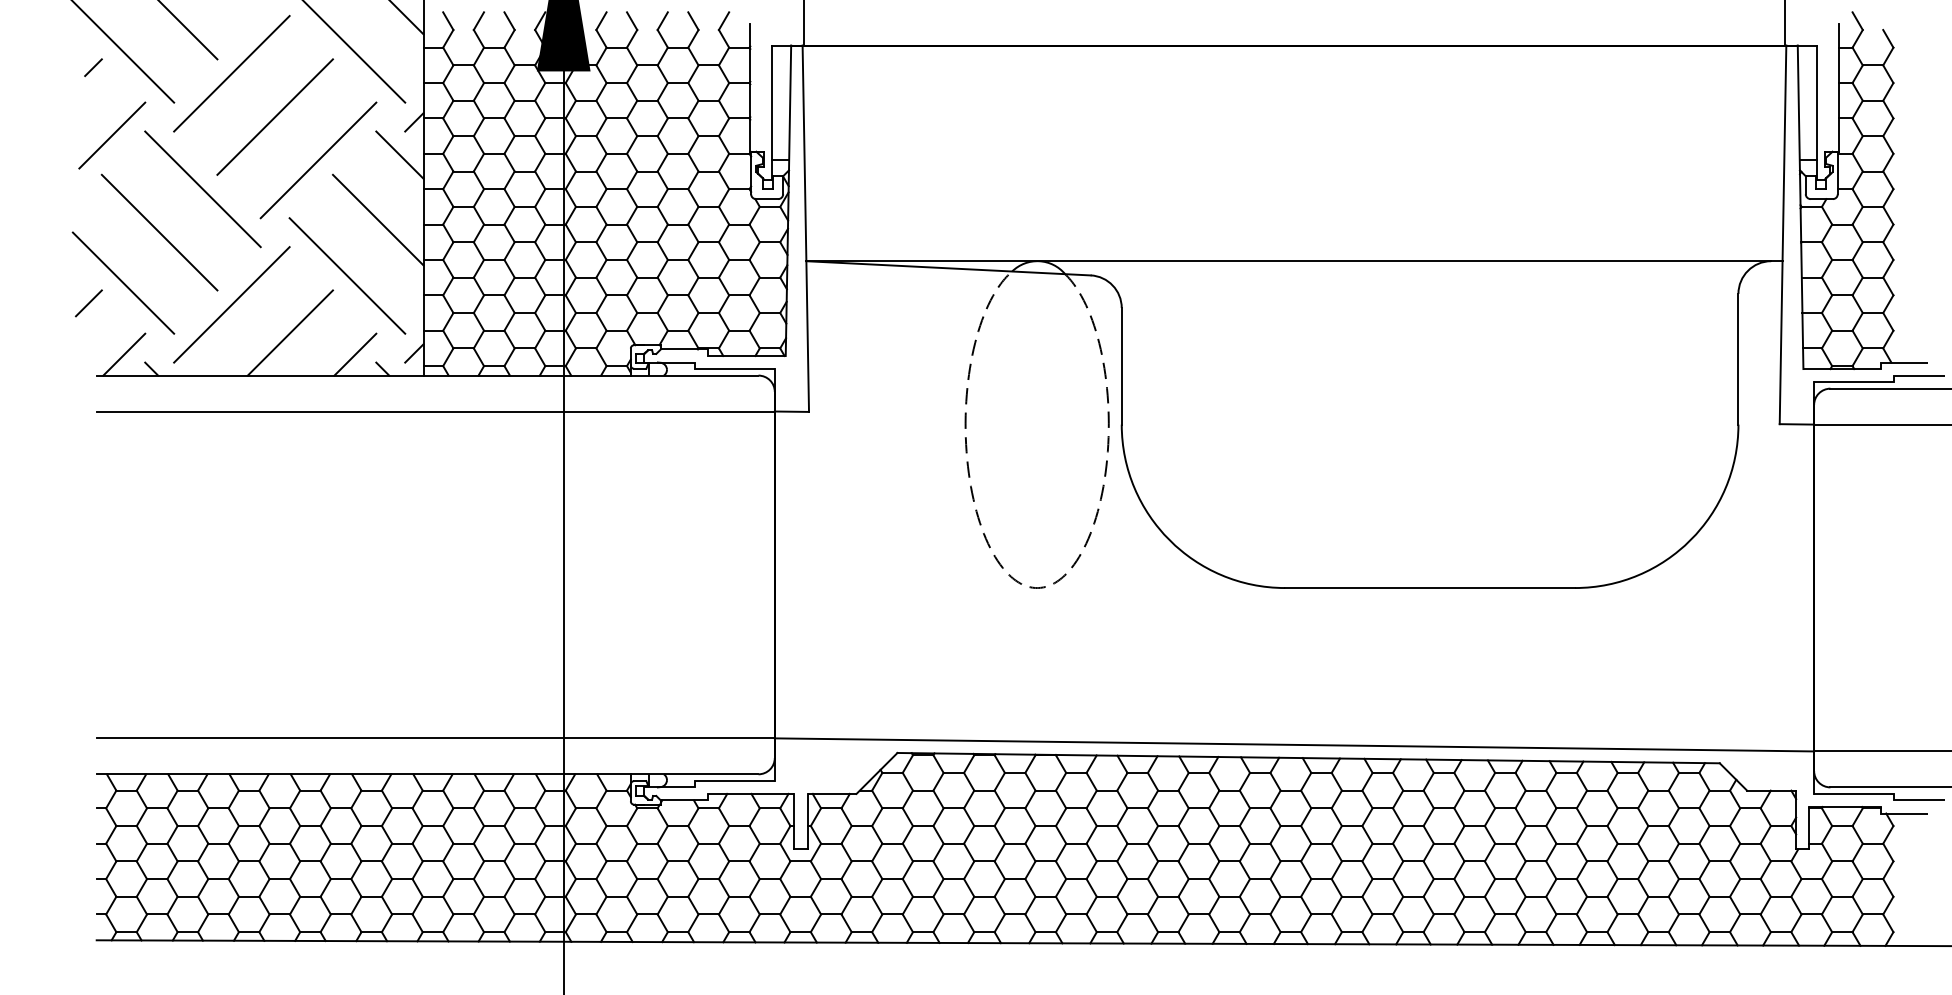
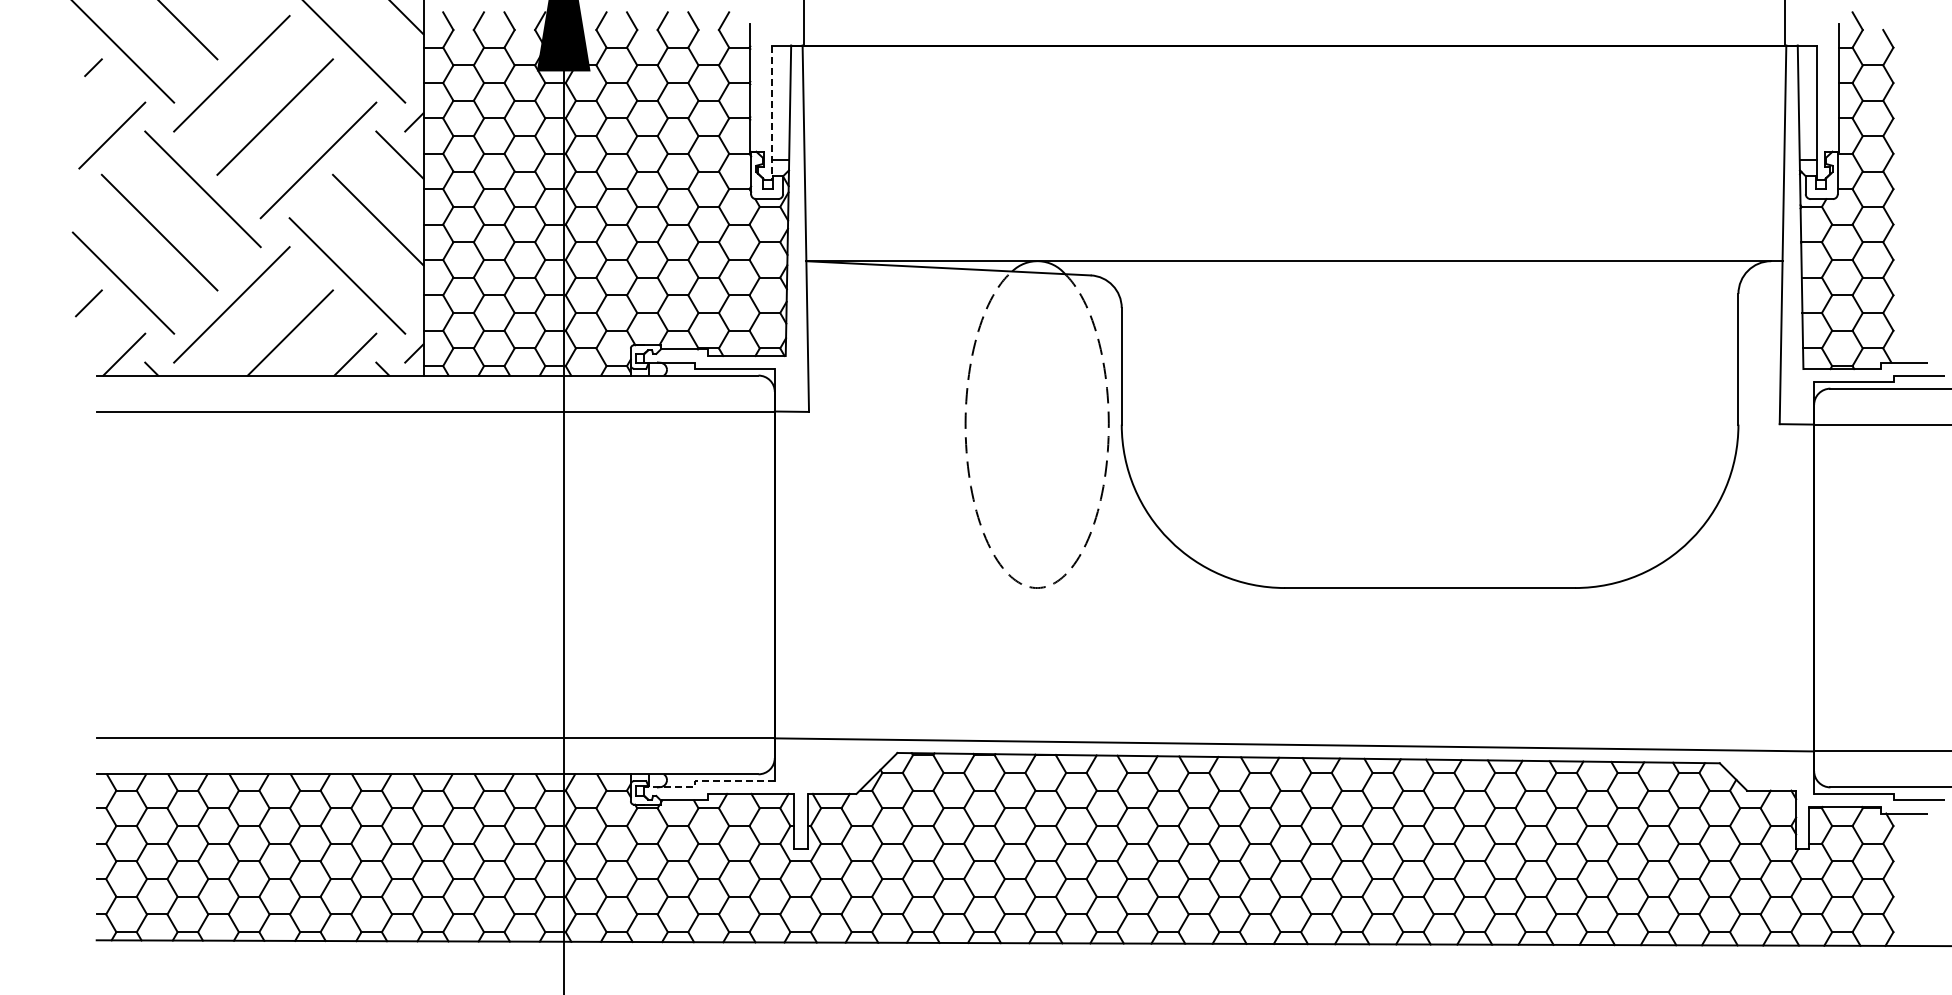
line at (771, 112): solid -> dashed
line at (704, 780): solid -> dashed
